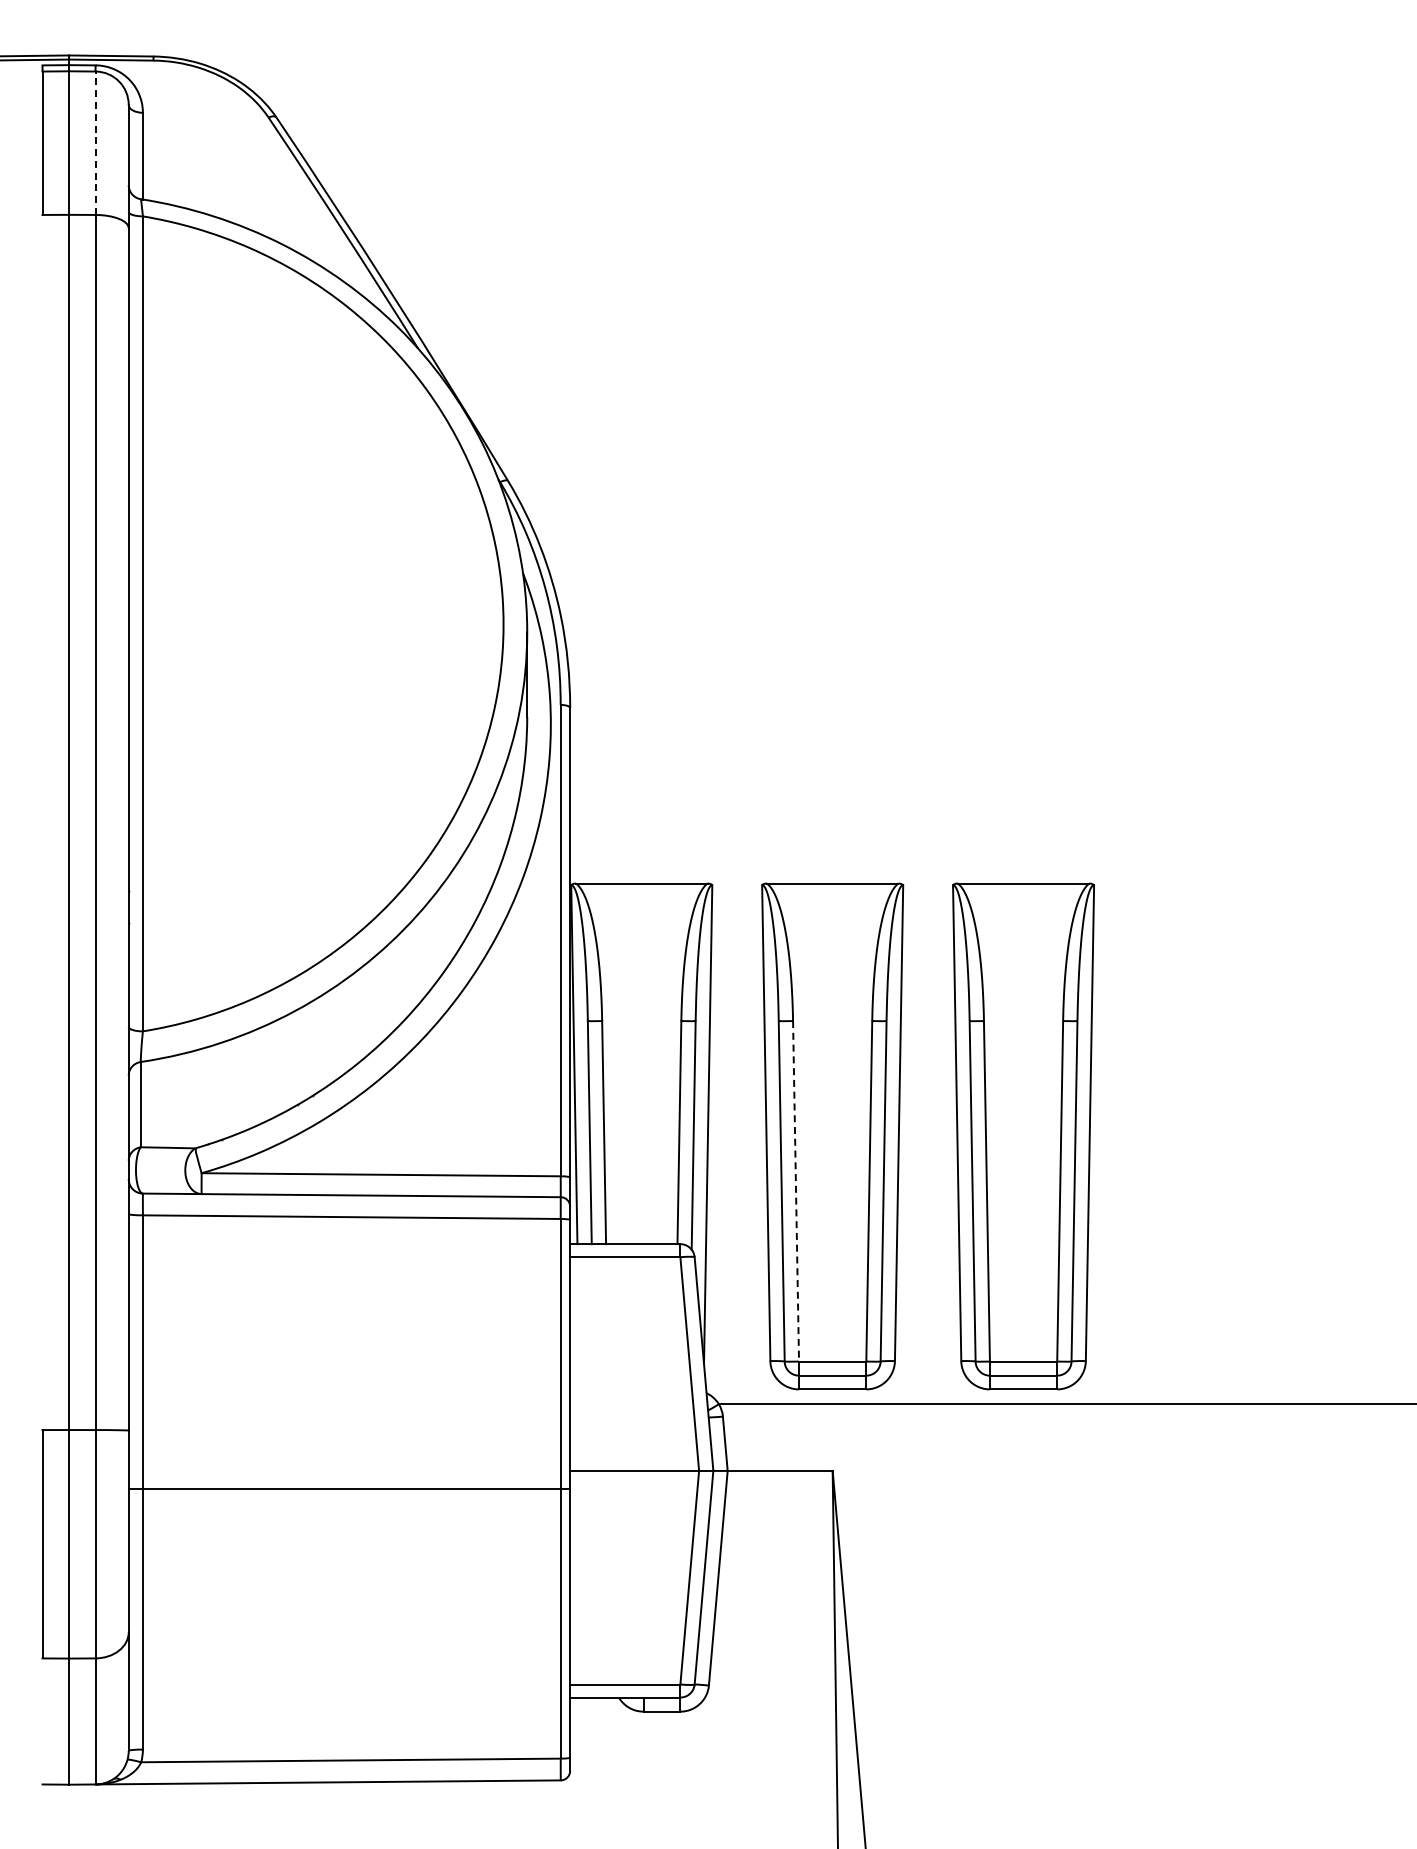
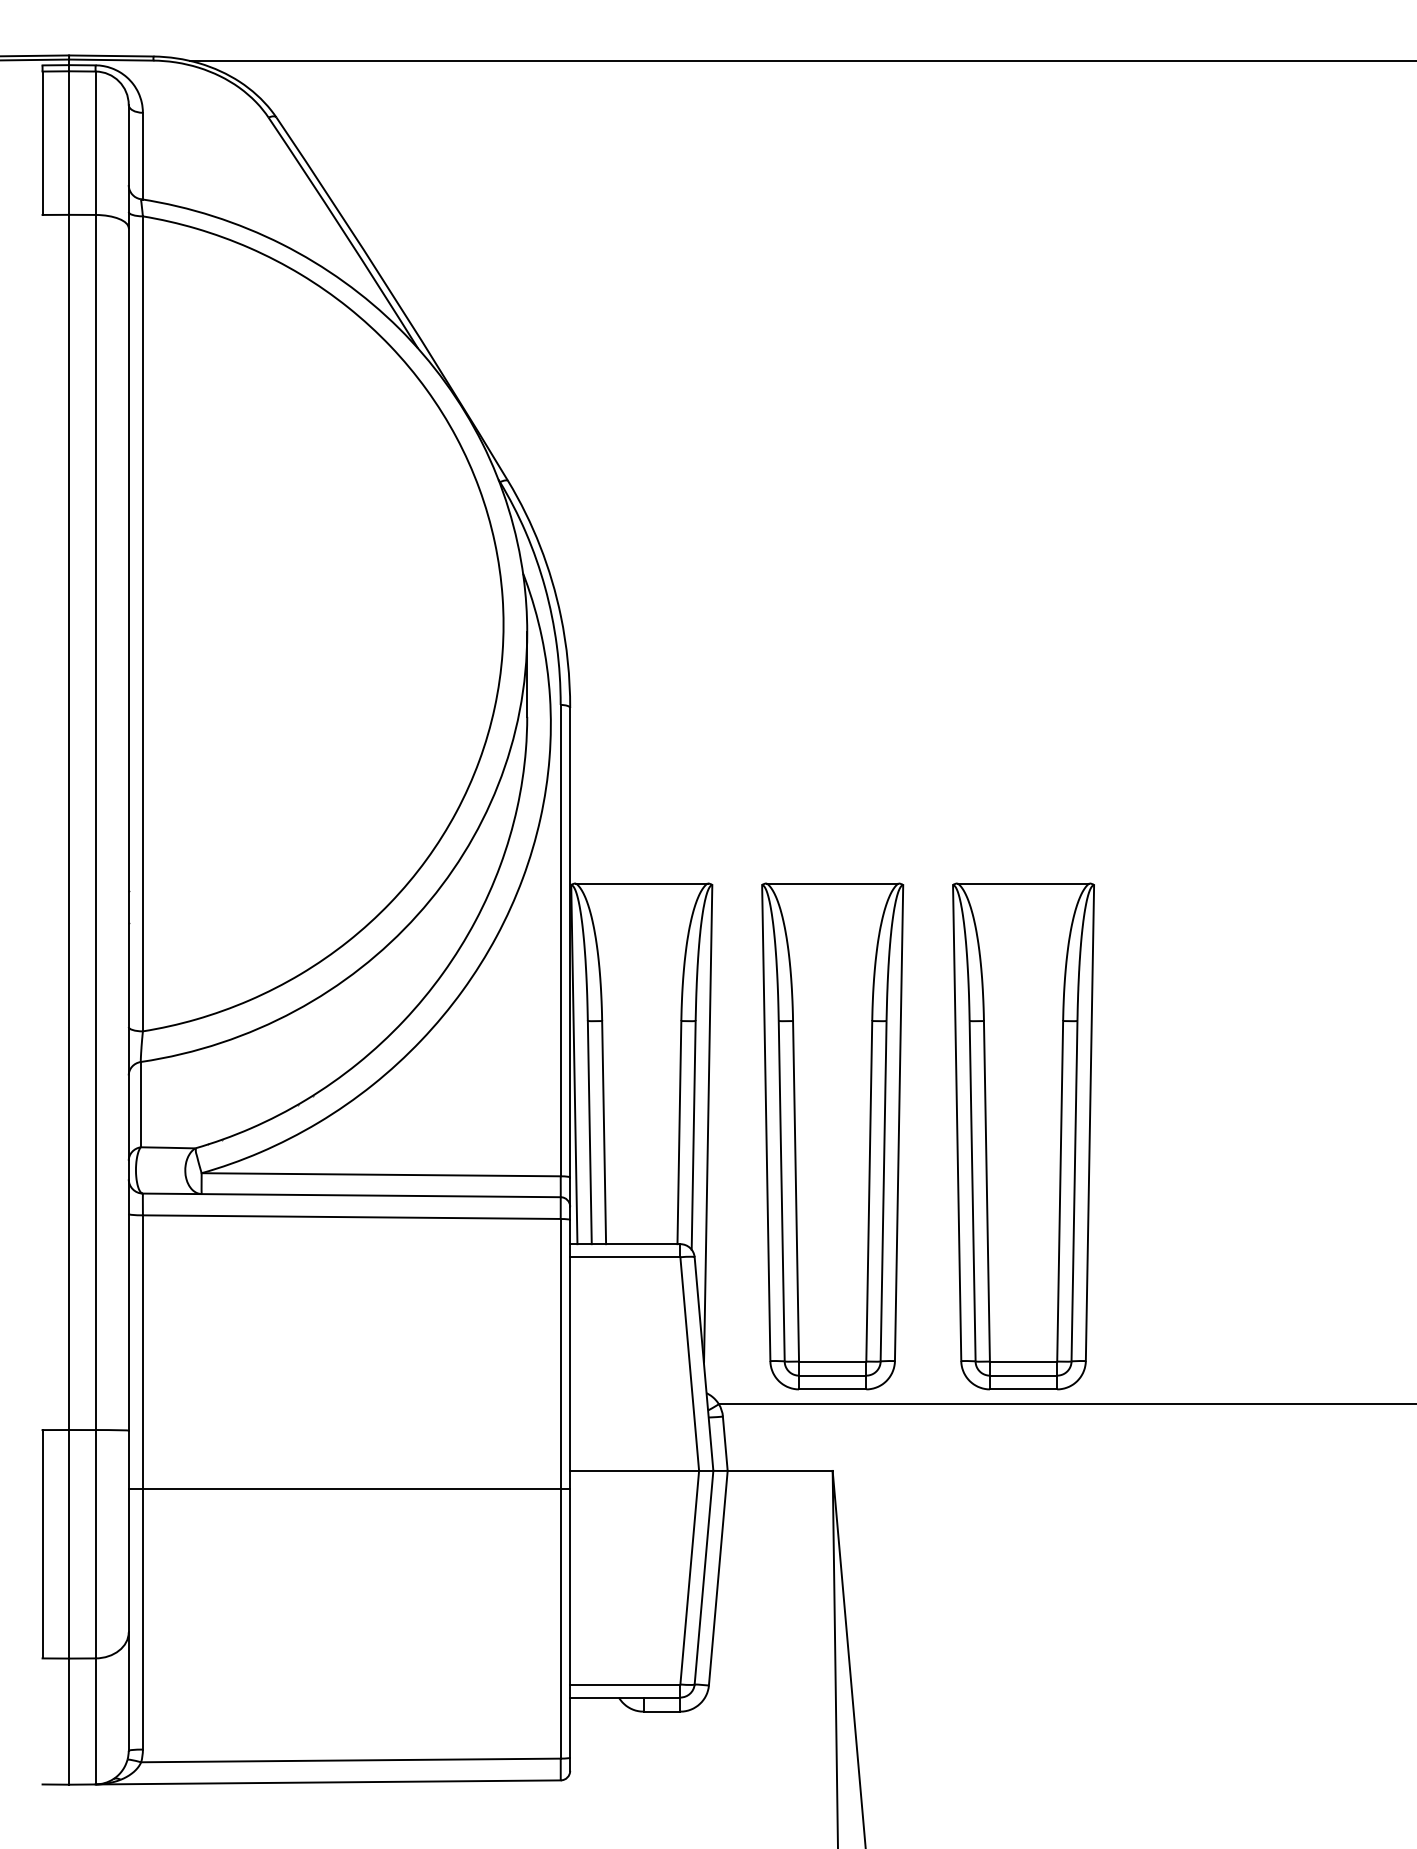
line at (801, 60): none -> present
line at (95, 143): dashed -> solid
line at (796, 1191): dashed -> solid
